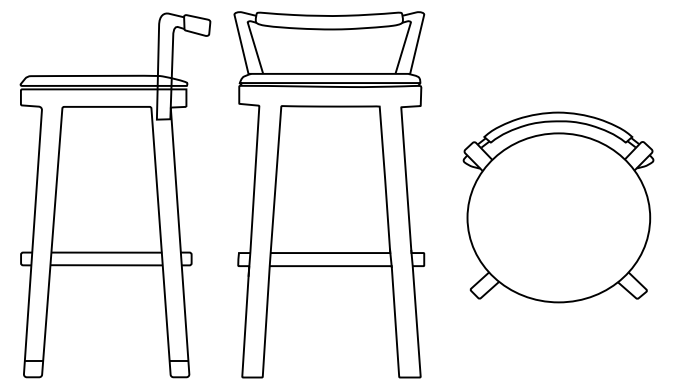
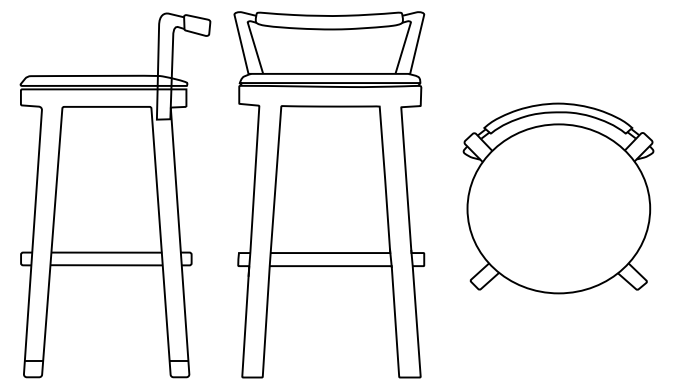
part at (558, 207) position: (558, 207) -> (558, 198)
